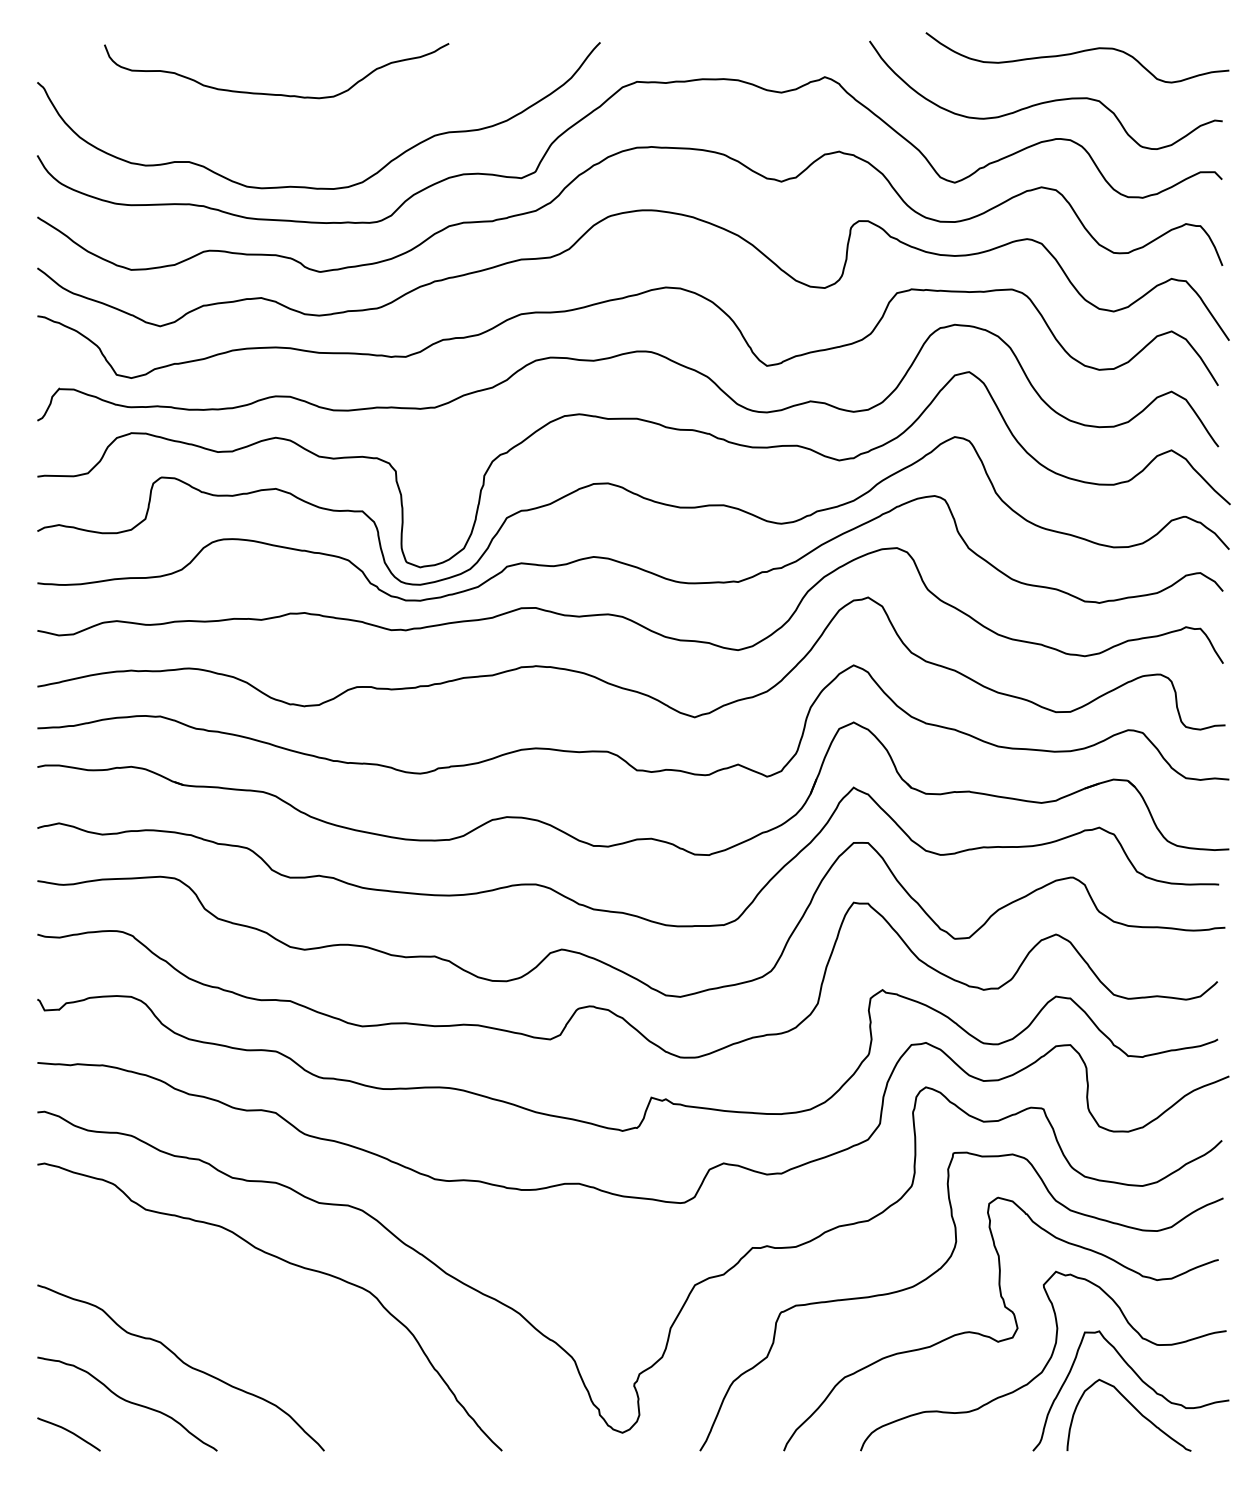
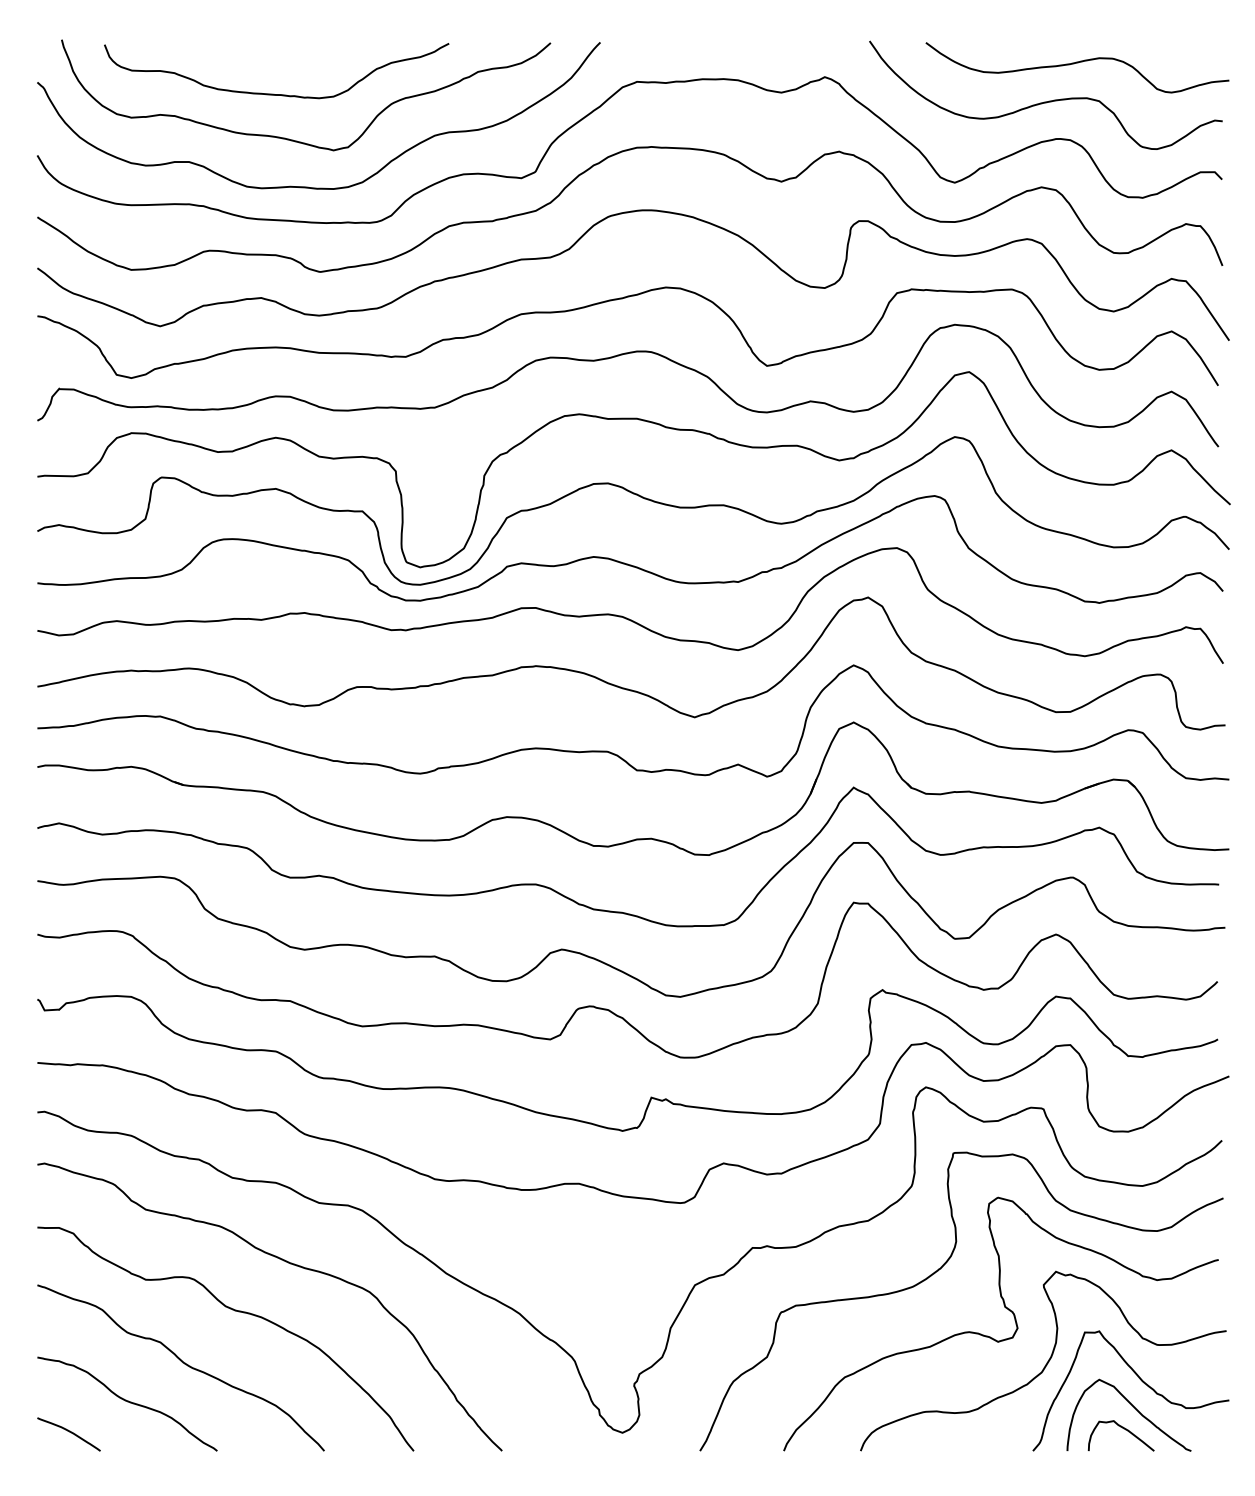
curve at (1077, 53) position: (1077, 53) -> (1077, 63)
curve at (293, 139): none -> present
curve at (234, 1311): none -> present
curve at (1125, 1430): none -> present
